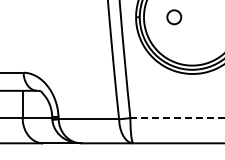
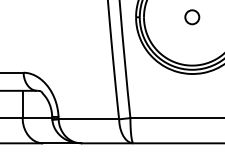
circle at (174, 17) position: (174, 17) -> (192, 17)
line at (177, 118): dashed -> solid
